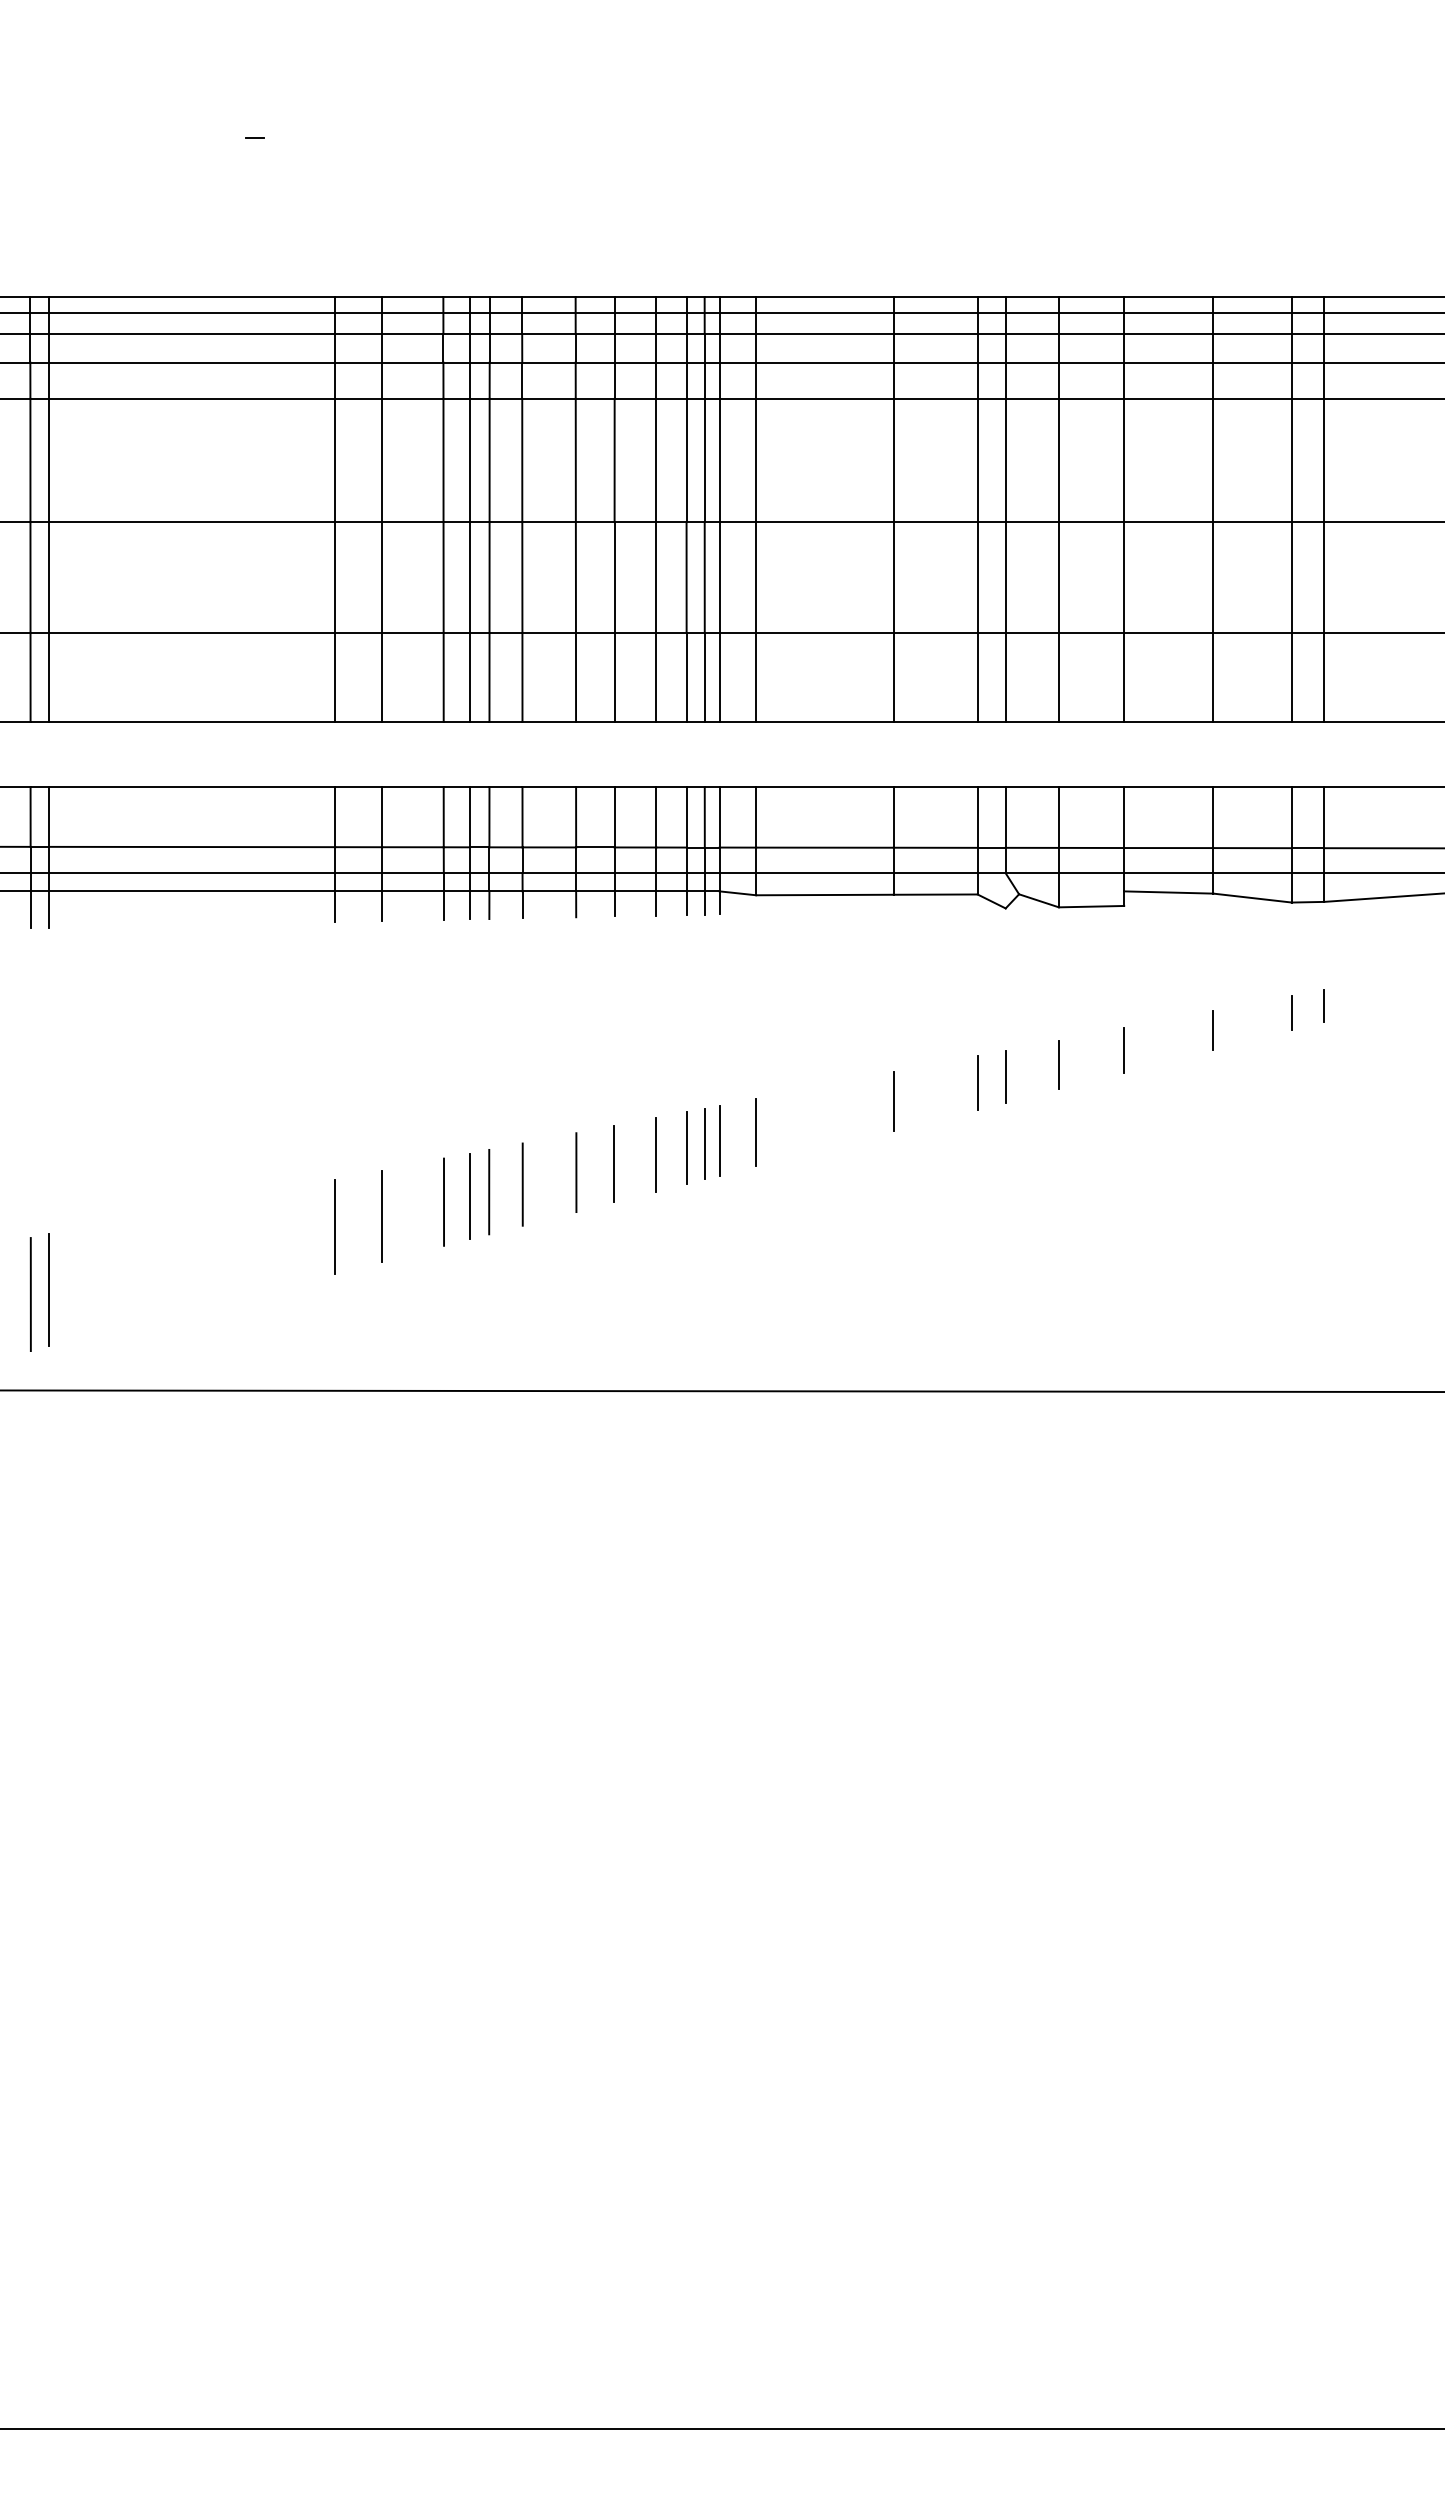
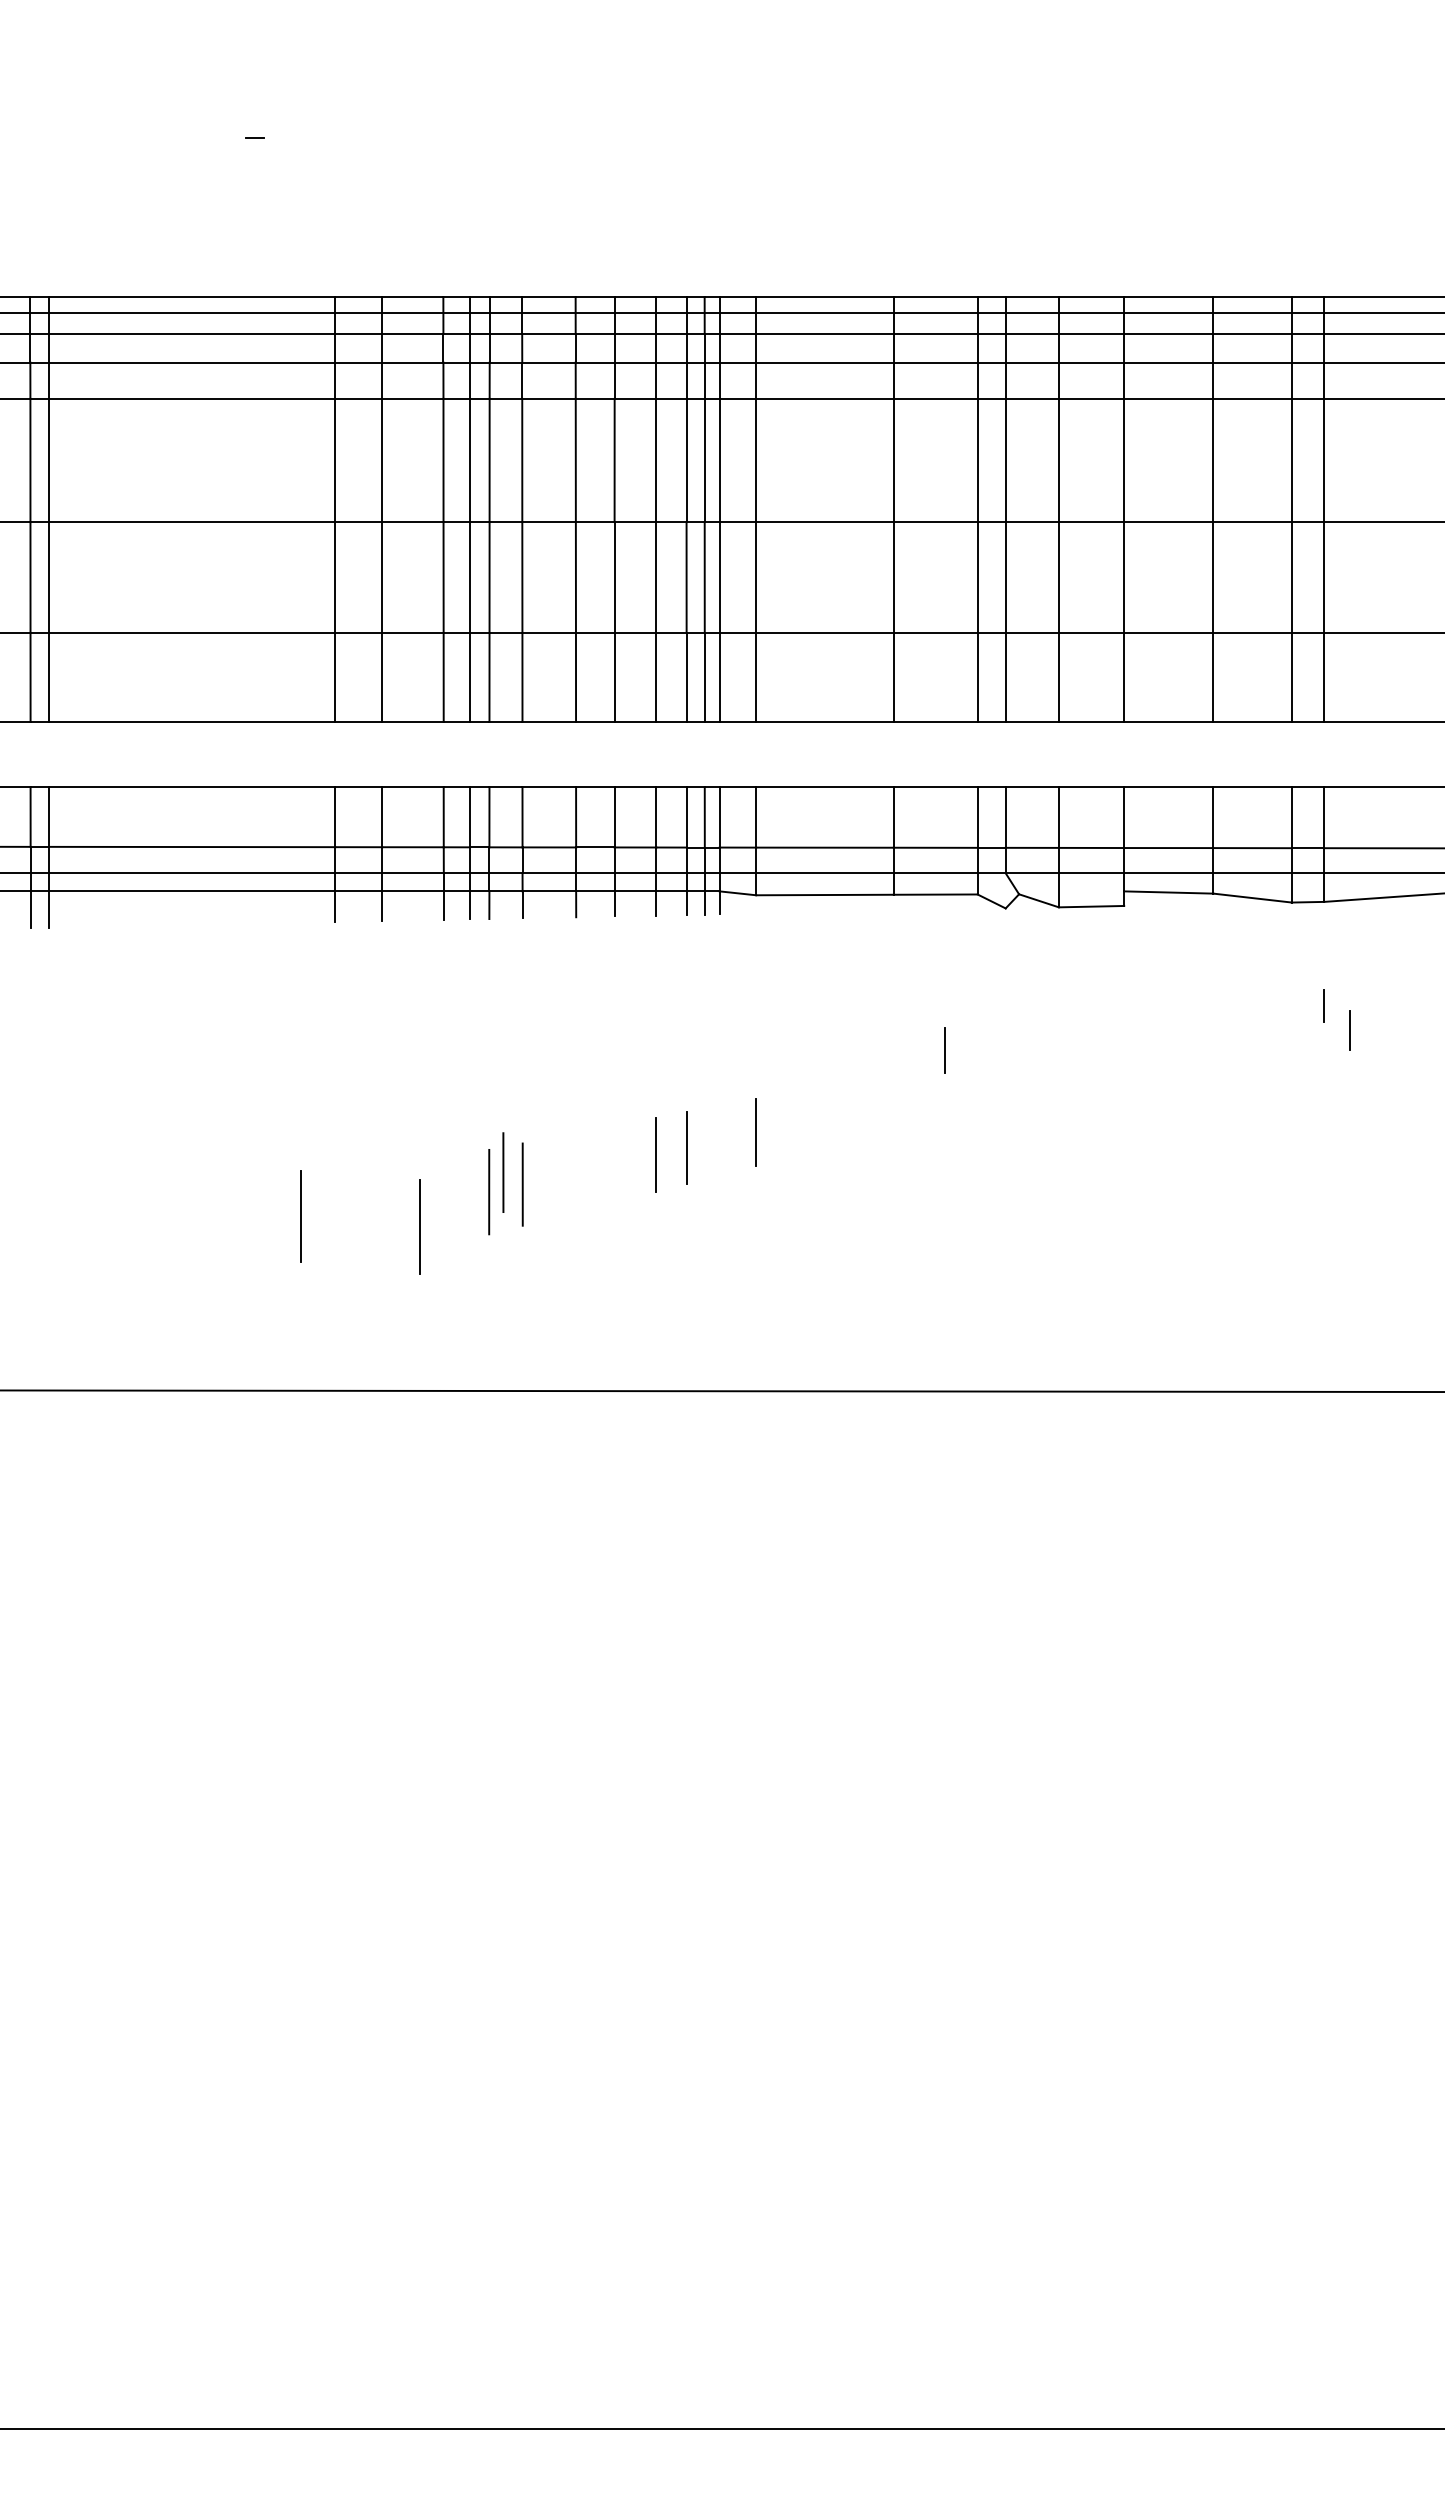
line at (1291, 1012): present -> none
line at (1212, 1030) position: (1212, 1030) -> (1349, 1030)
line at (1123, 1050) position: (1123, 1050) -> (944, 1050)
line at (1058, 1064): present -> none
line at (1005, 1076): present -> none
line at (977, 1082): present -> none
line at (893, 1101): present -> none
line at (719, 1140): present -> none
line at (704, 1143): present -> none
line at (613, 1163): present -> none
line at (576, 1172) position: (576, 1172) -> (503, 1172)
line at (470, 1196): present -> none
line at (443, 1201): present -> none
line at (381, 1216) position: (381, 1216) -> (300, 1216)
line at (334, 1226) position: (334, 1226) -> (419, 1226)
line at (49, 1290): present -> none
line at (30, 1294): present -> none
